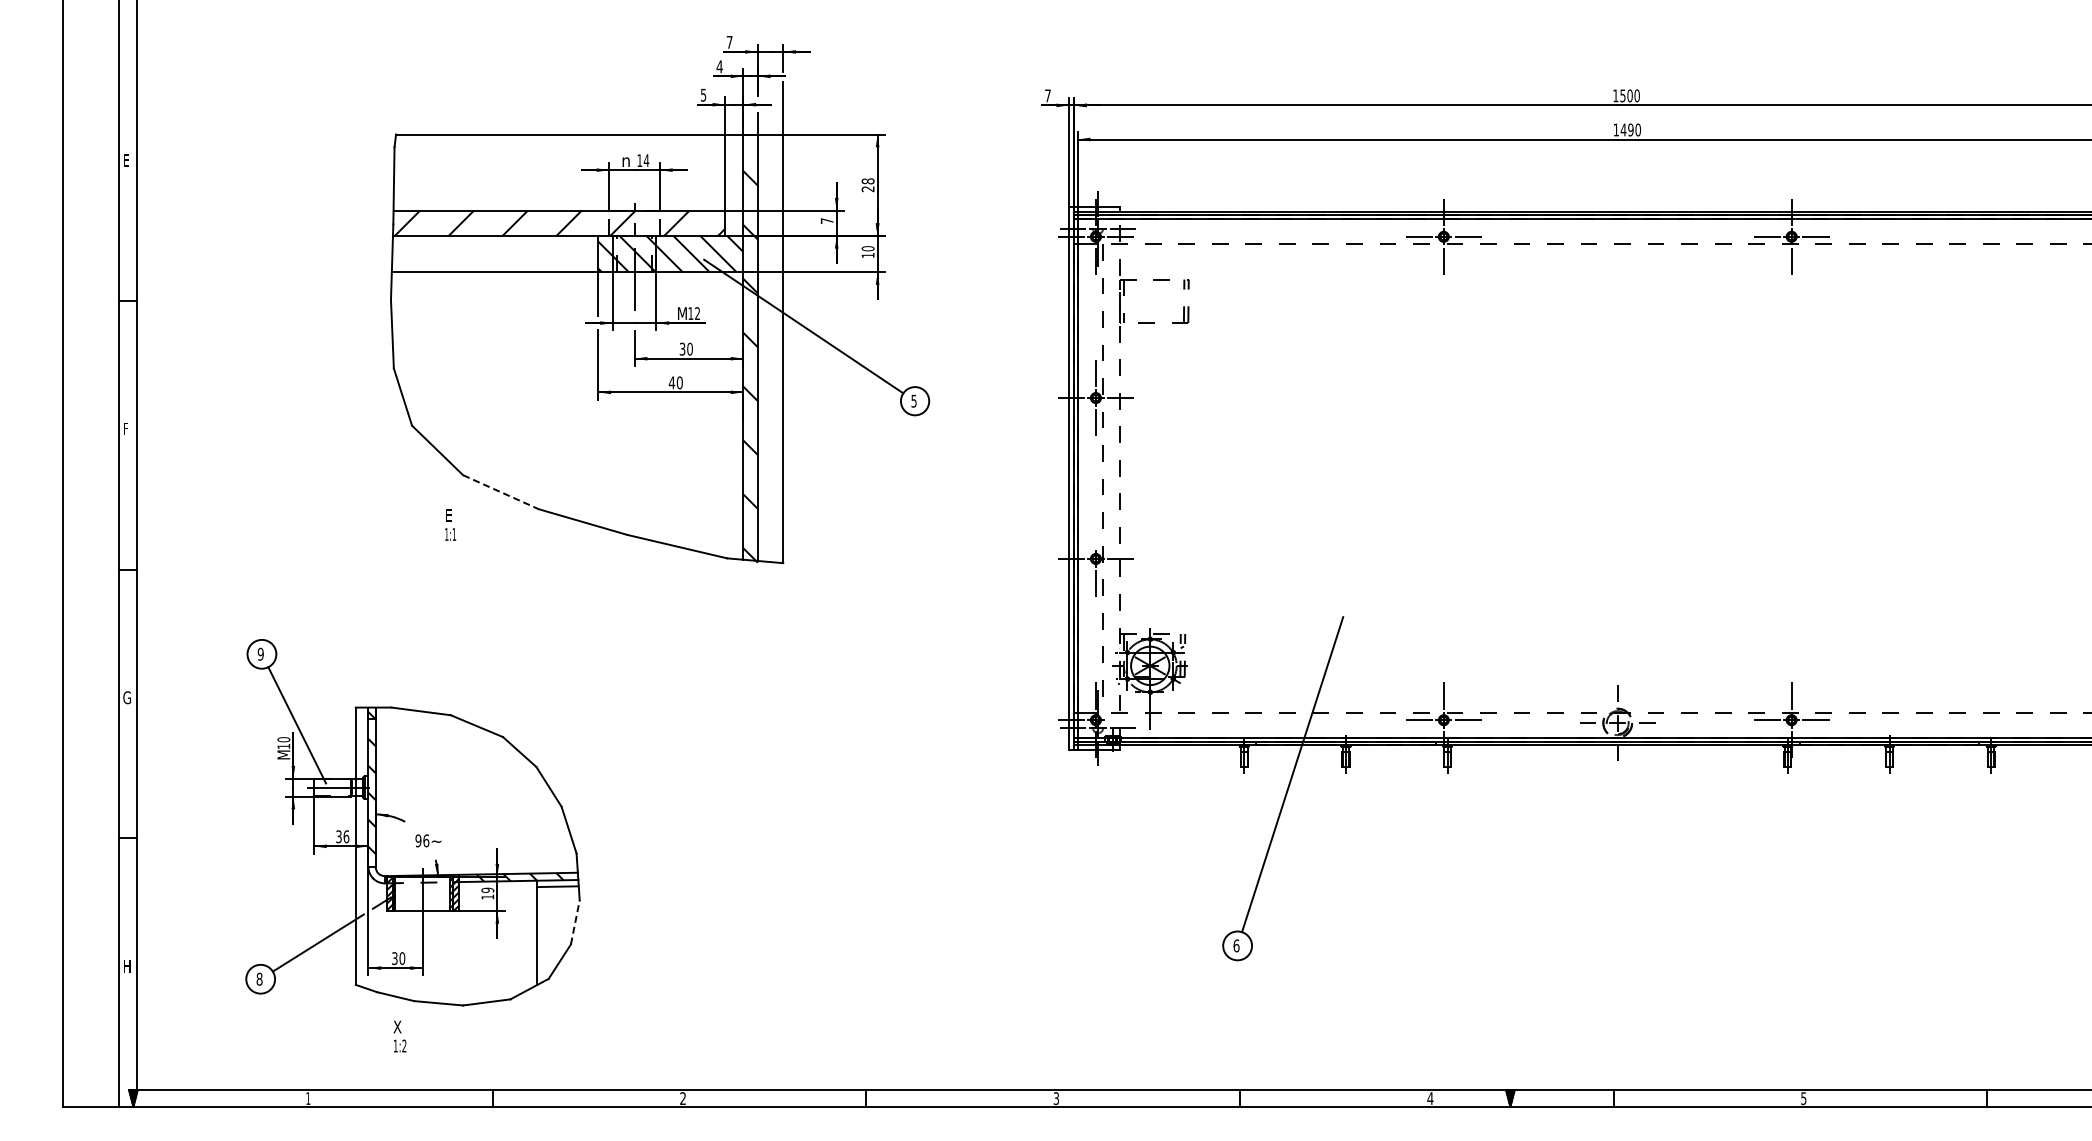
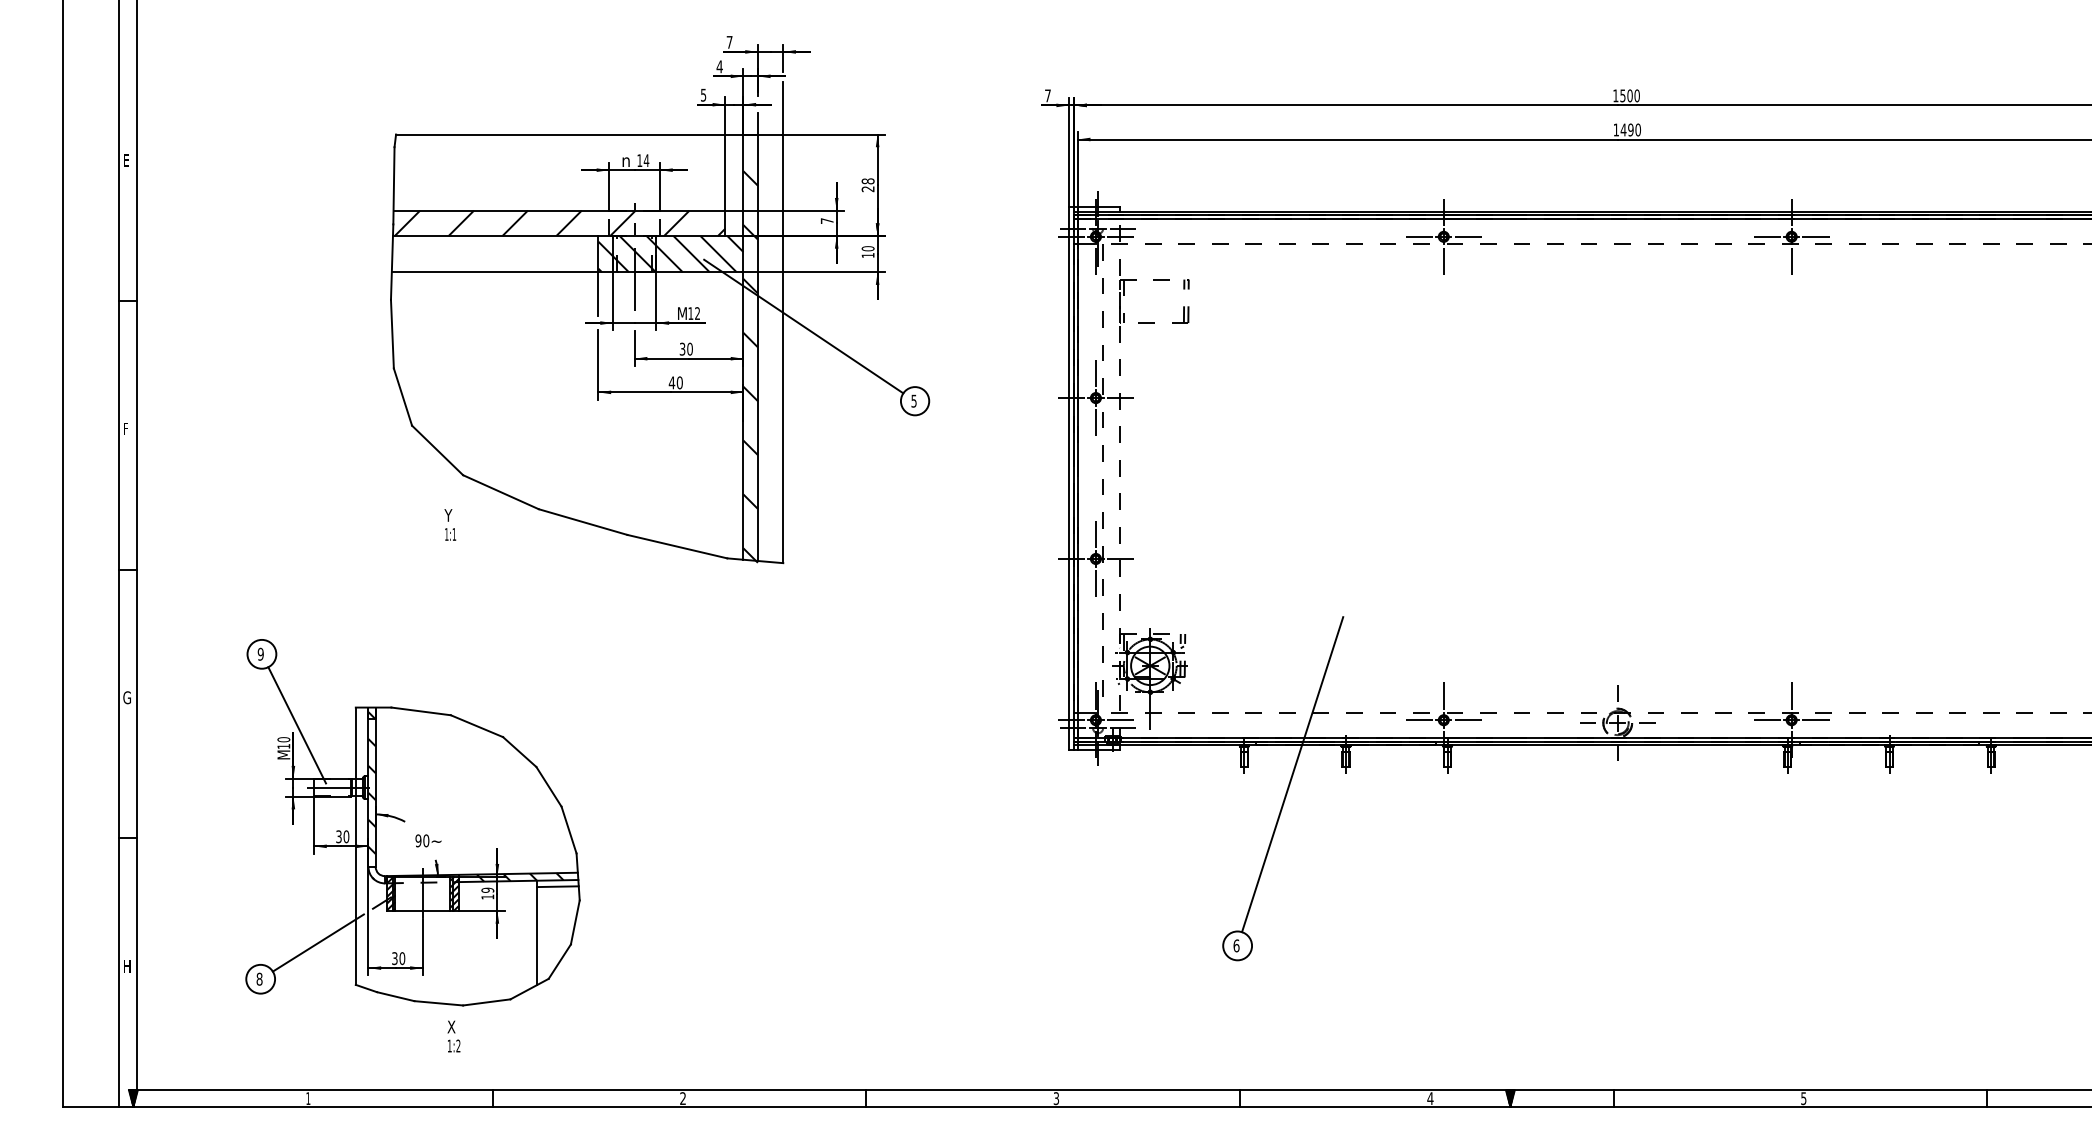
line at (501, 492): dashed -> solid
text at (448, 515): E -> Y
line at (1095, 534): none -> present
line at (1120, 720): none -> present
text at (346, 836): 36 -> 30
text at (426, 840): 96 -> 90
line at (575, 921): dashed -> solid
text at (399, 1036) position: (399, 1036) -> (453, 1036)
